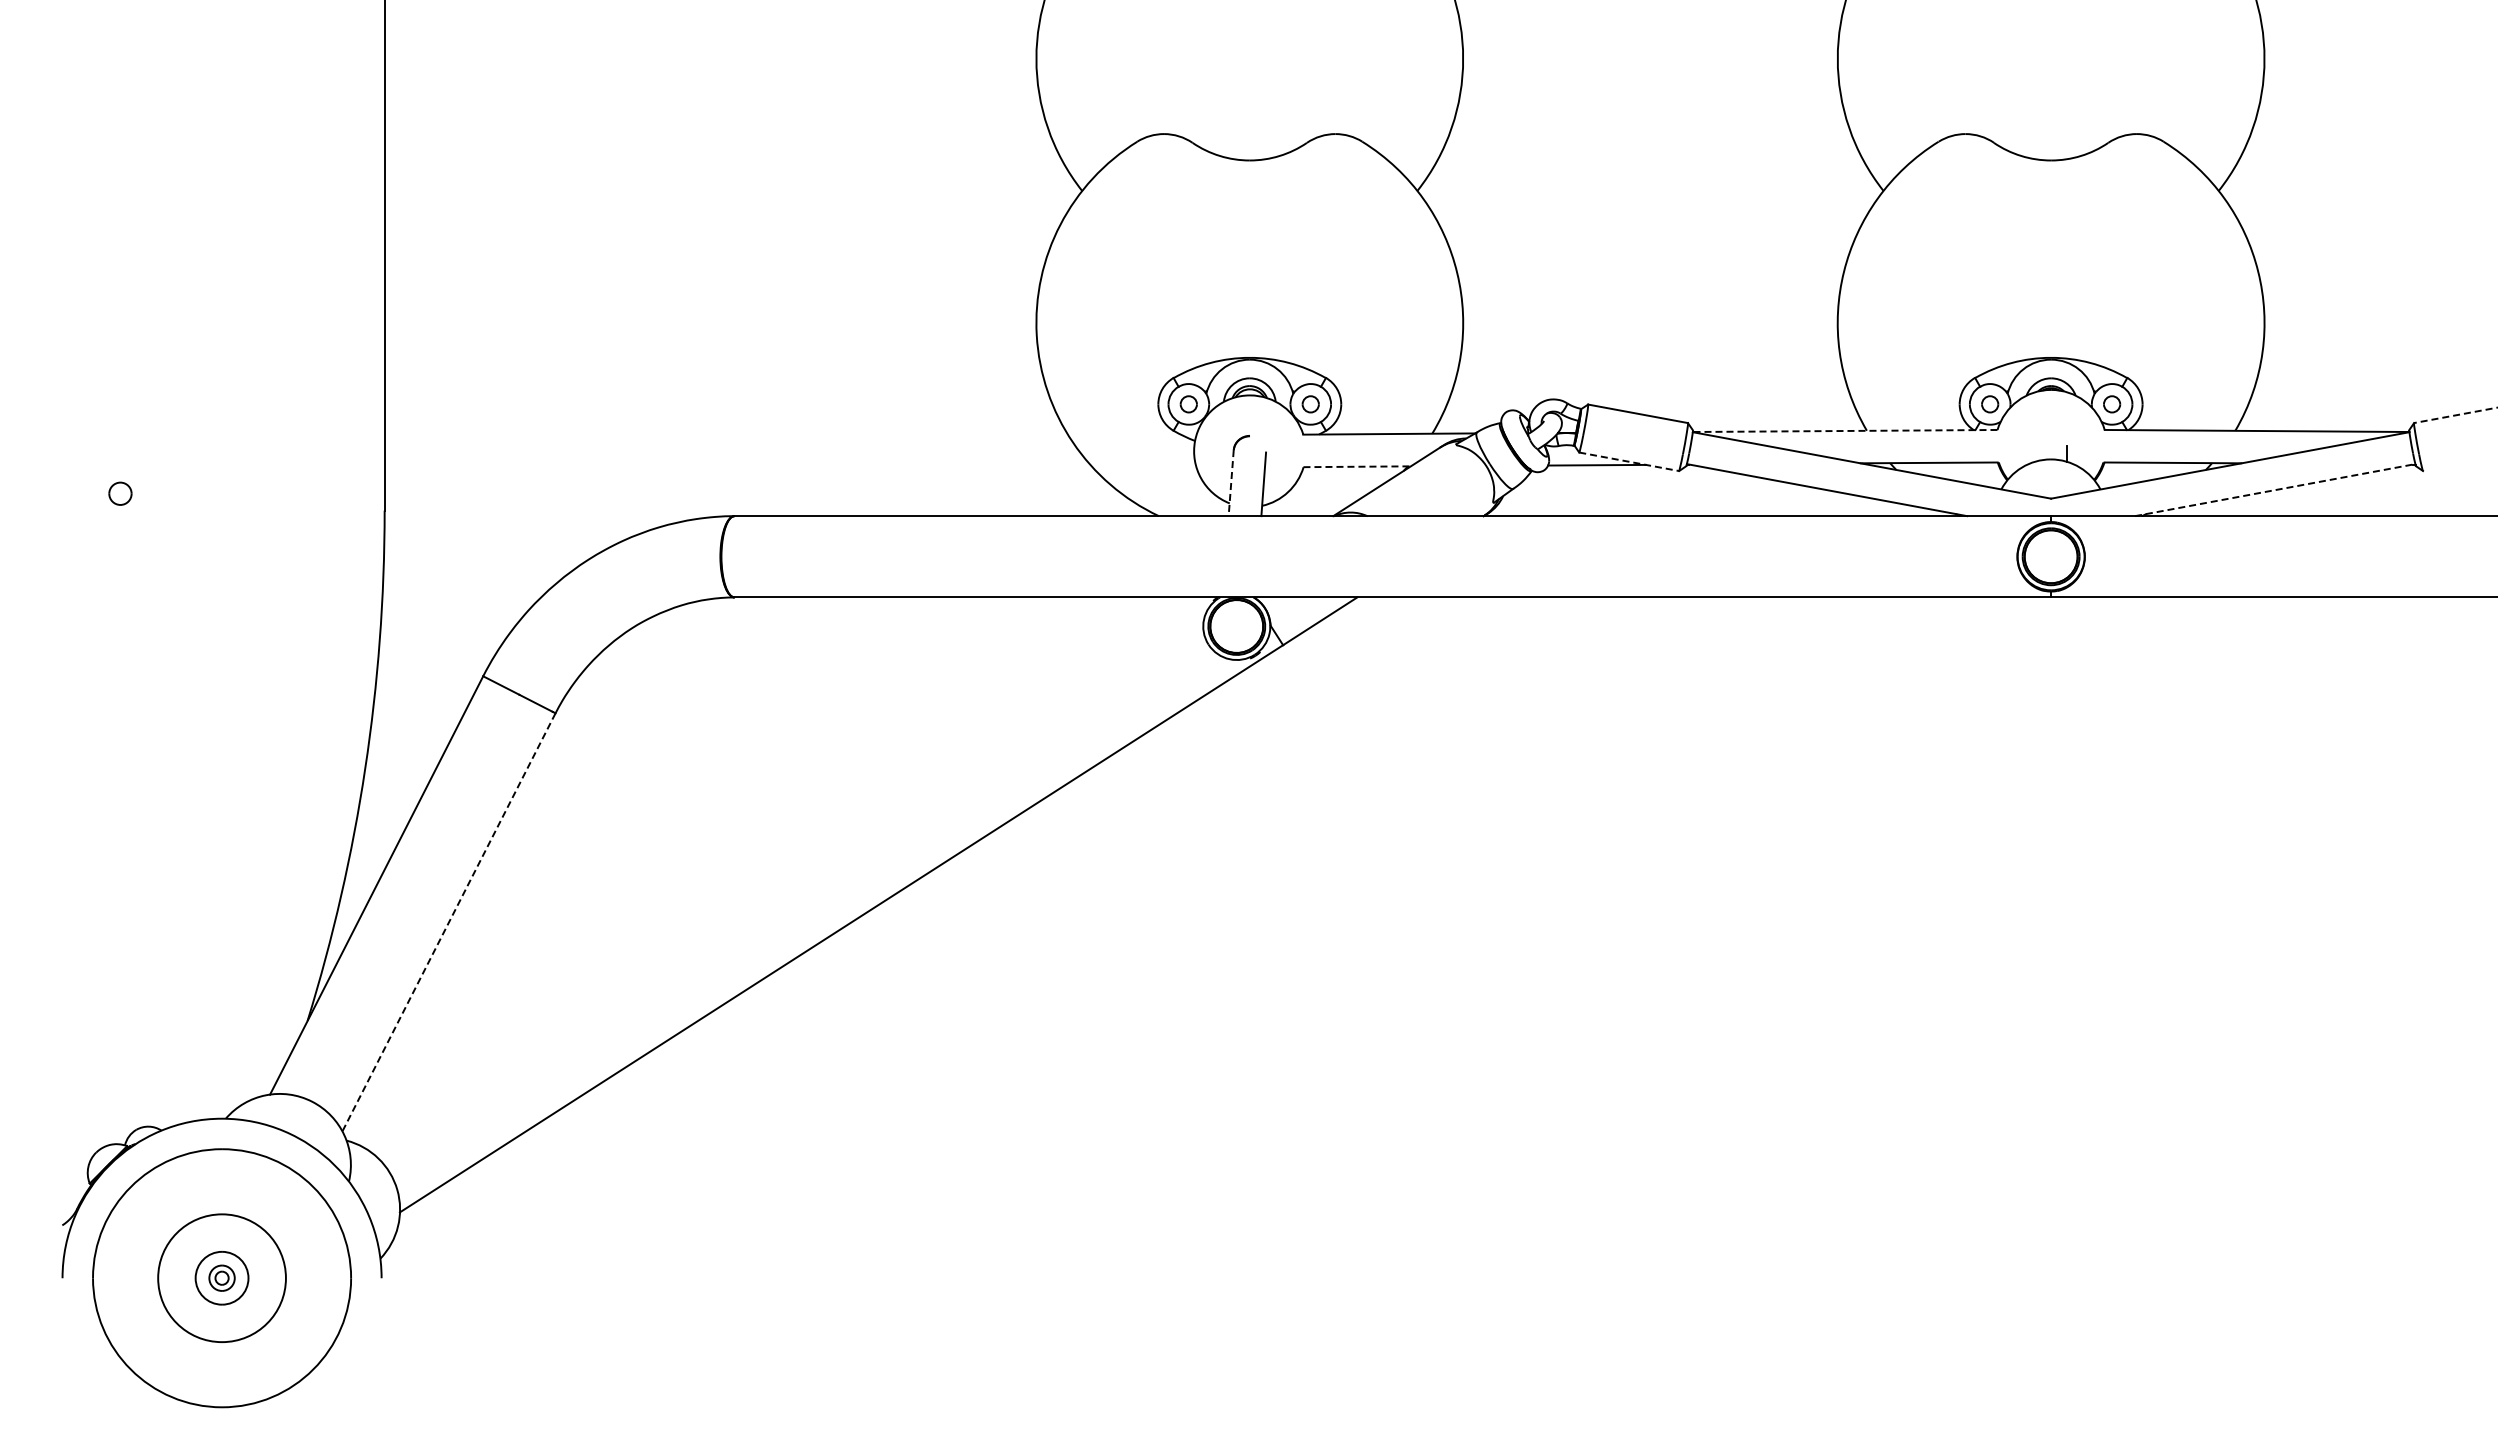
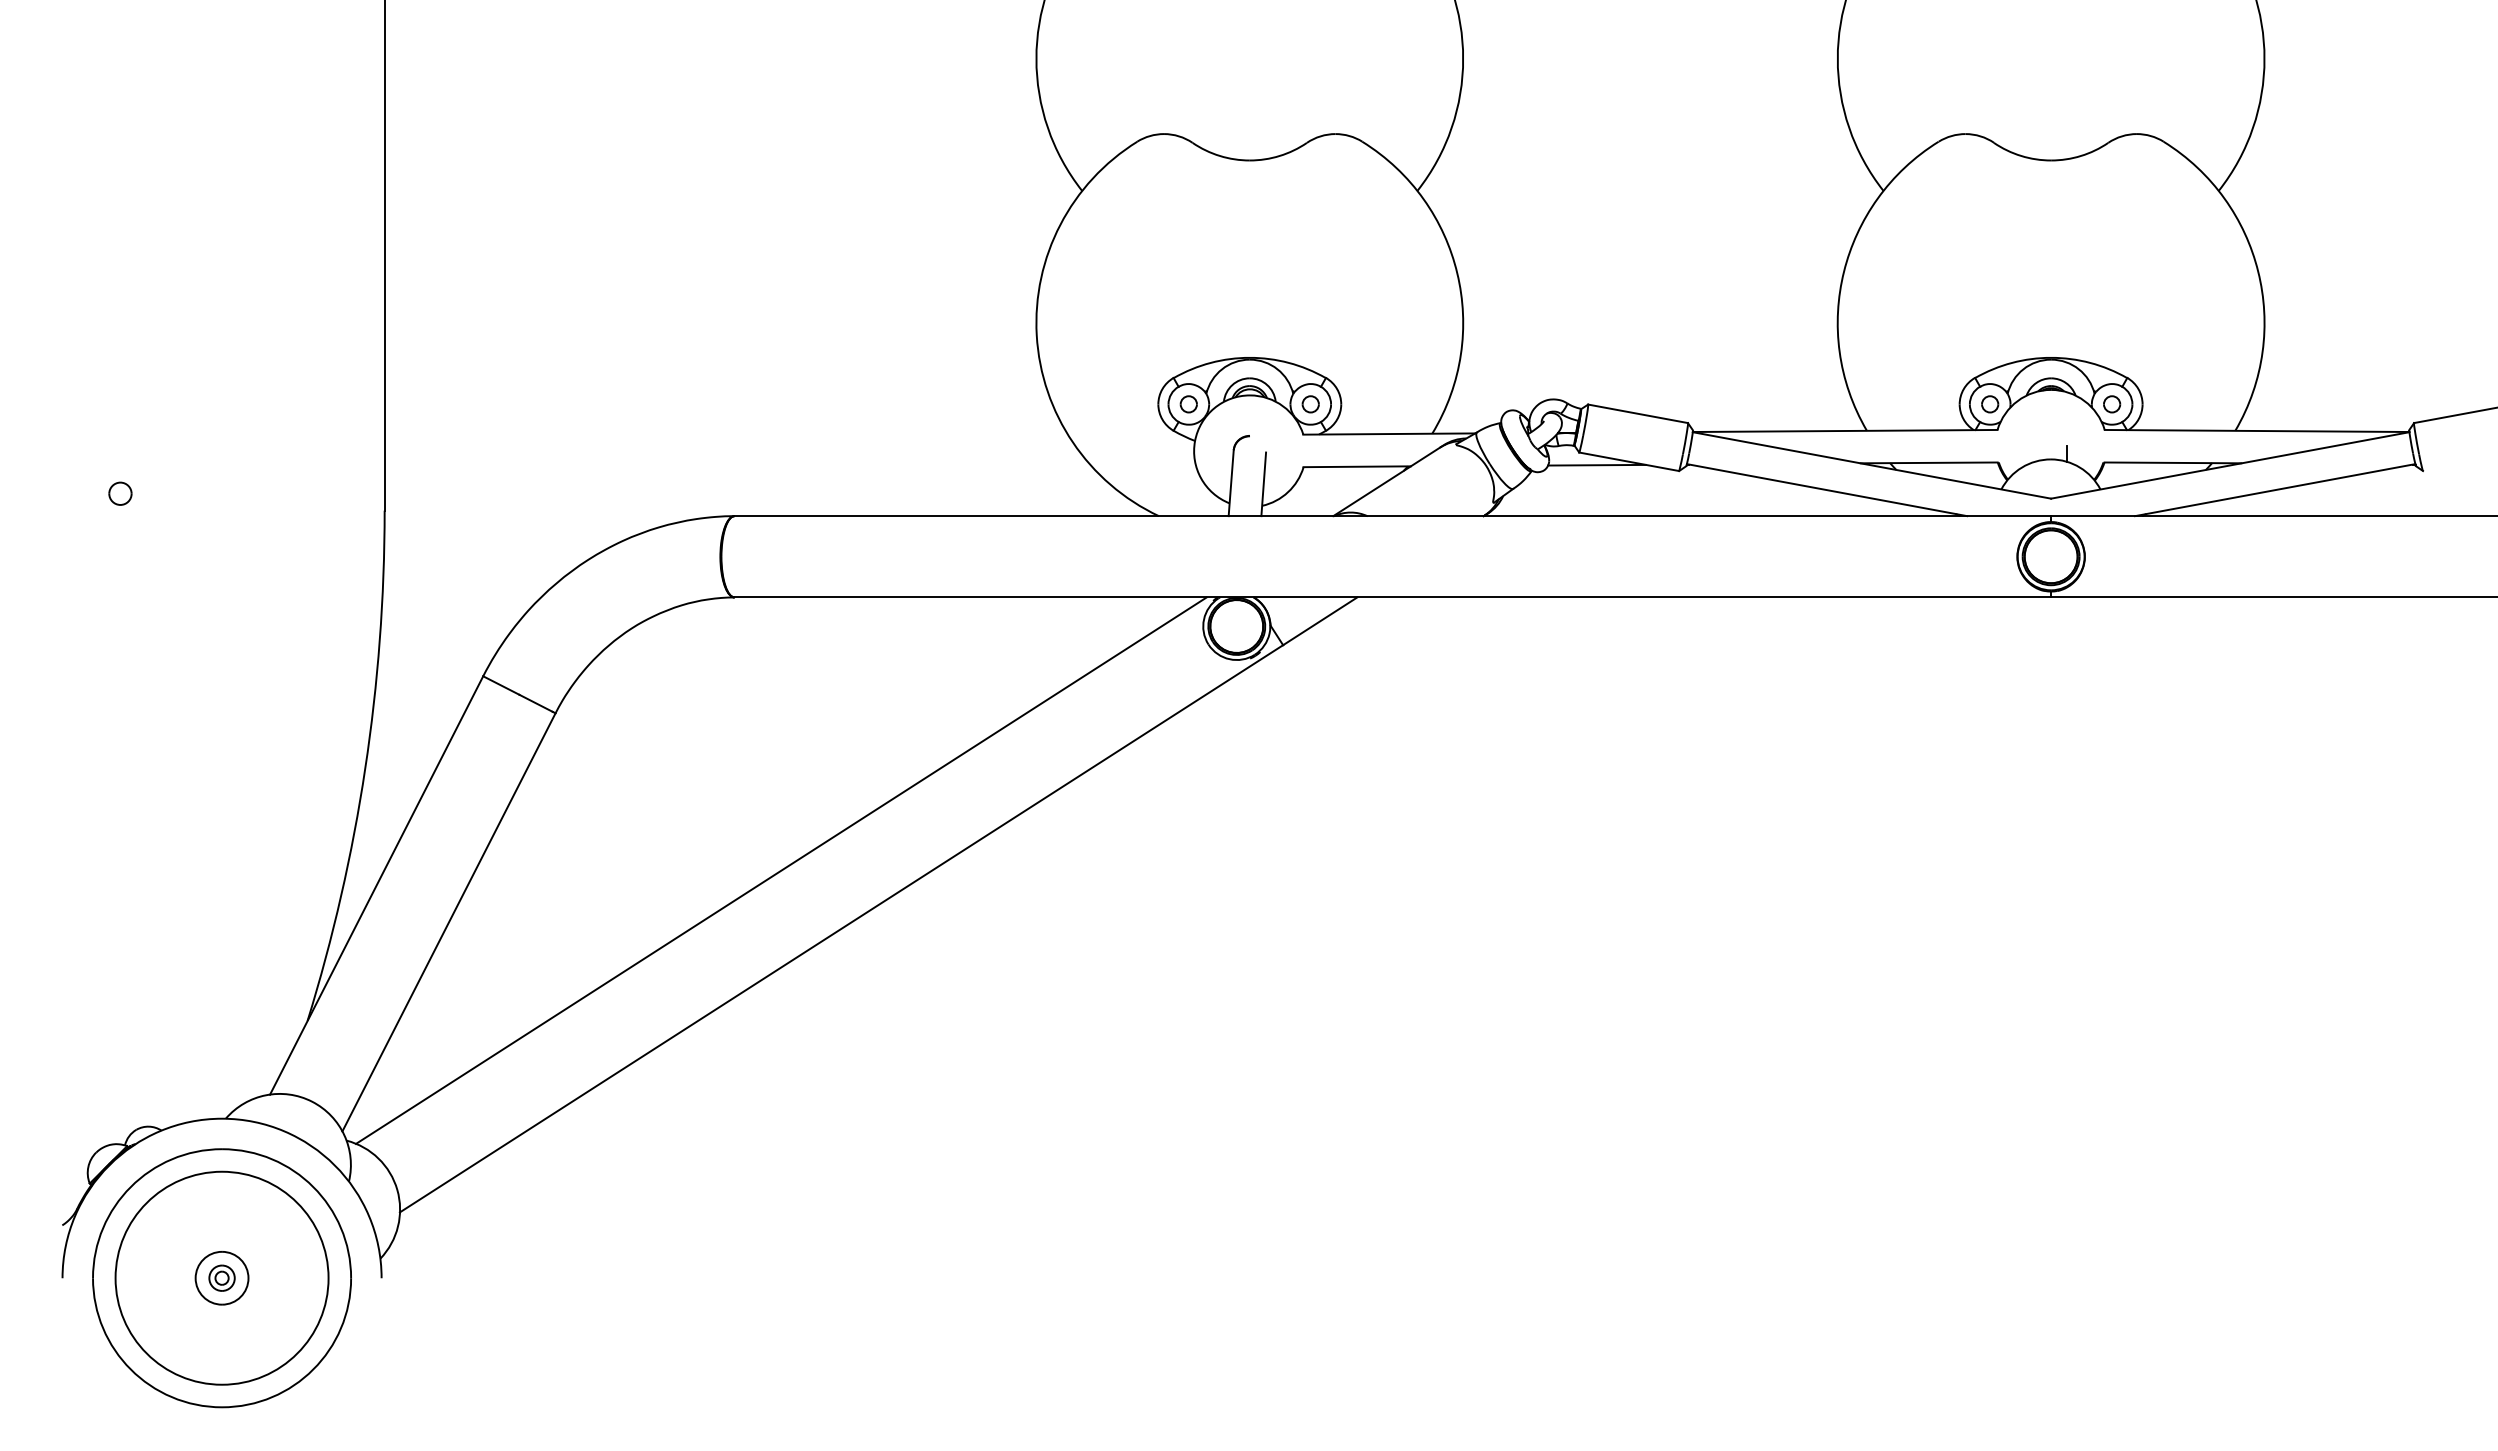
line at (2455, 415): dashed -> solid
line at (1844, 431): dashed -> solid
line at (1629, 461): dashed -> solid
line at (1357, 466): dashed -> solid
line at (1231, 483): dashed -> solid
line at (2275, 490): dashed -> solid
line at (781, 870): none -> present
line at (448, 922): dashed -> solid
circle at (221, 1278) diameter: 128 px -> 213 px
